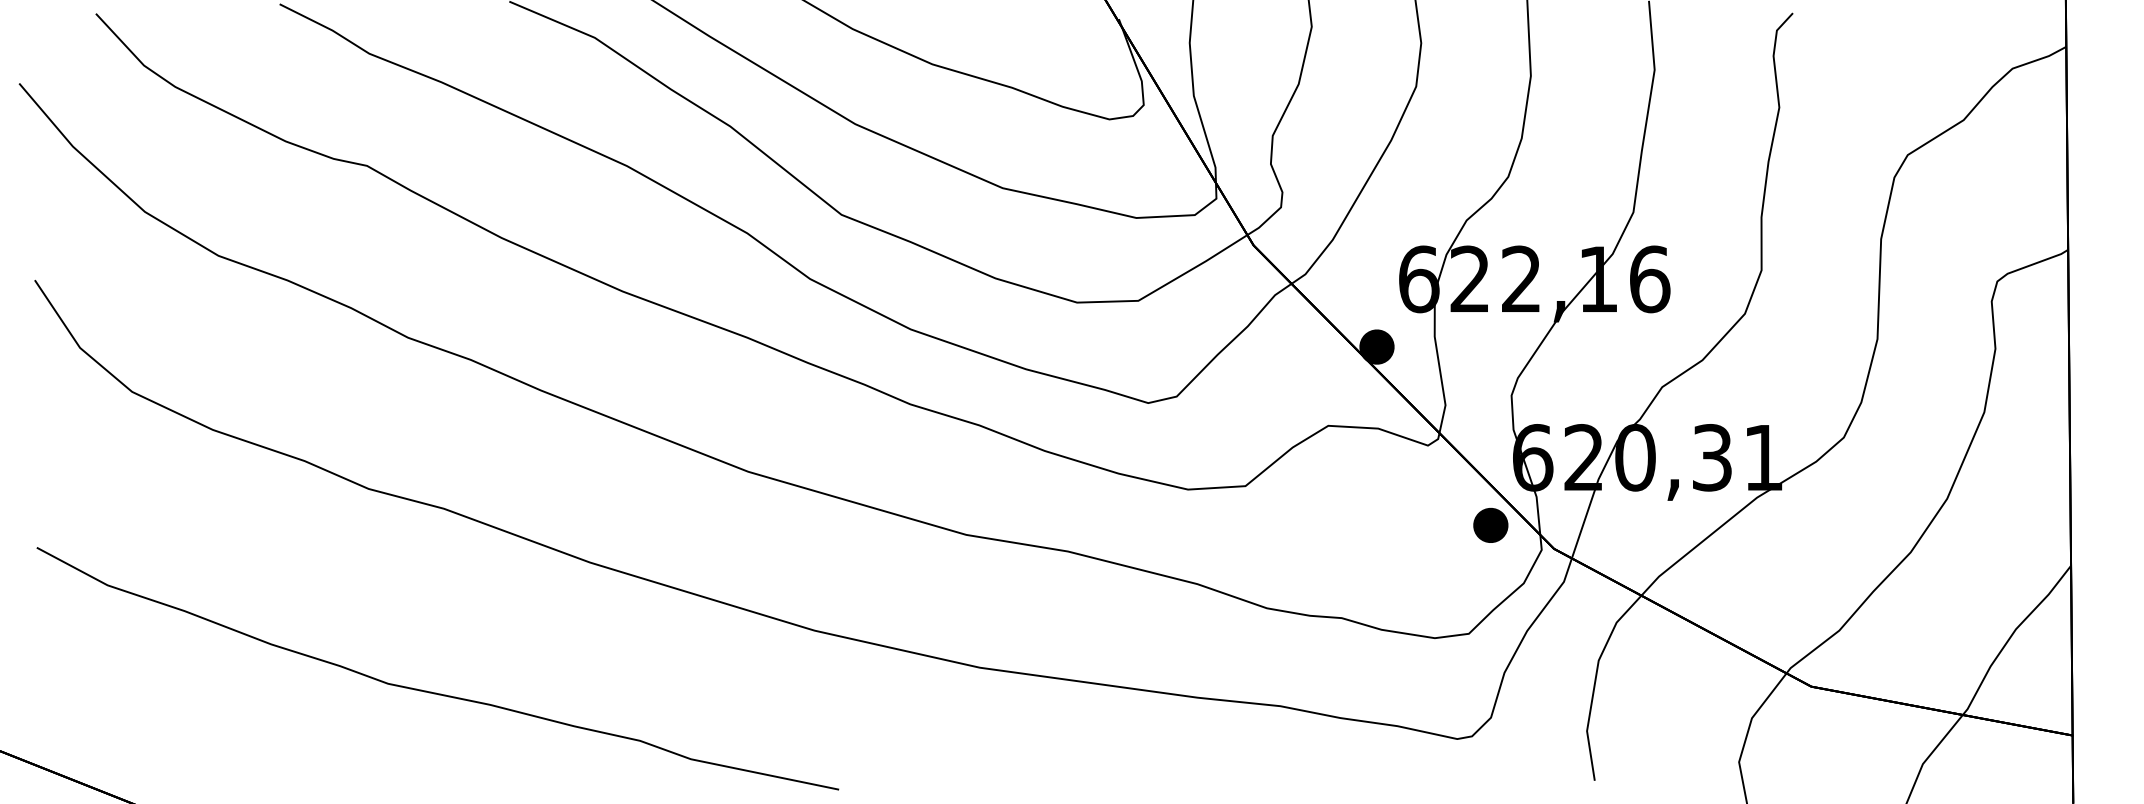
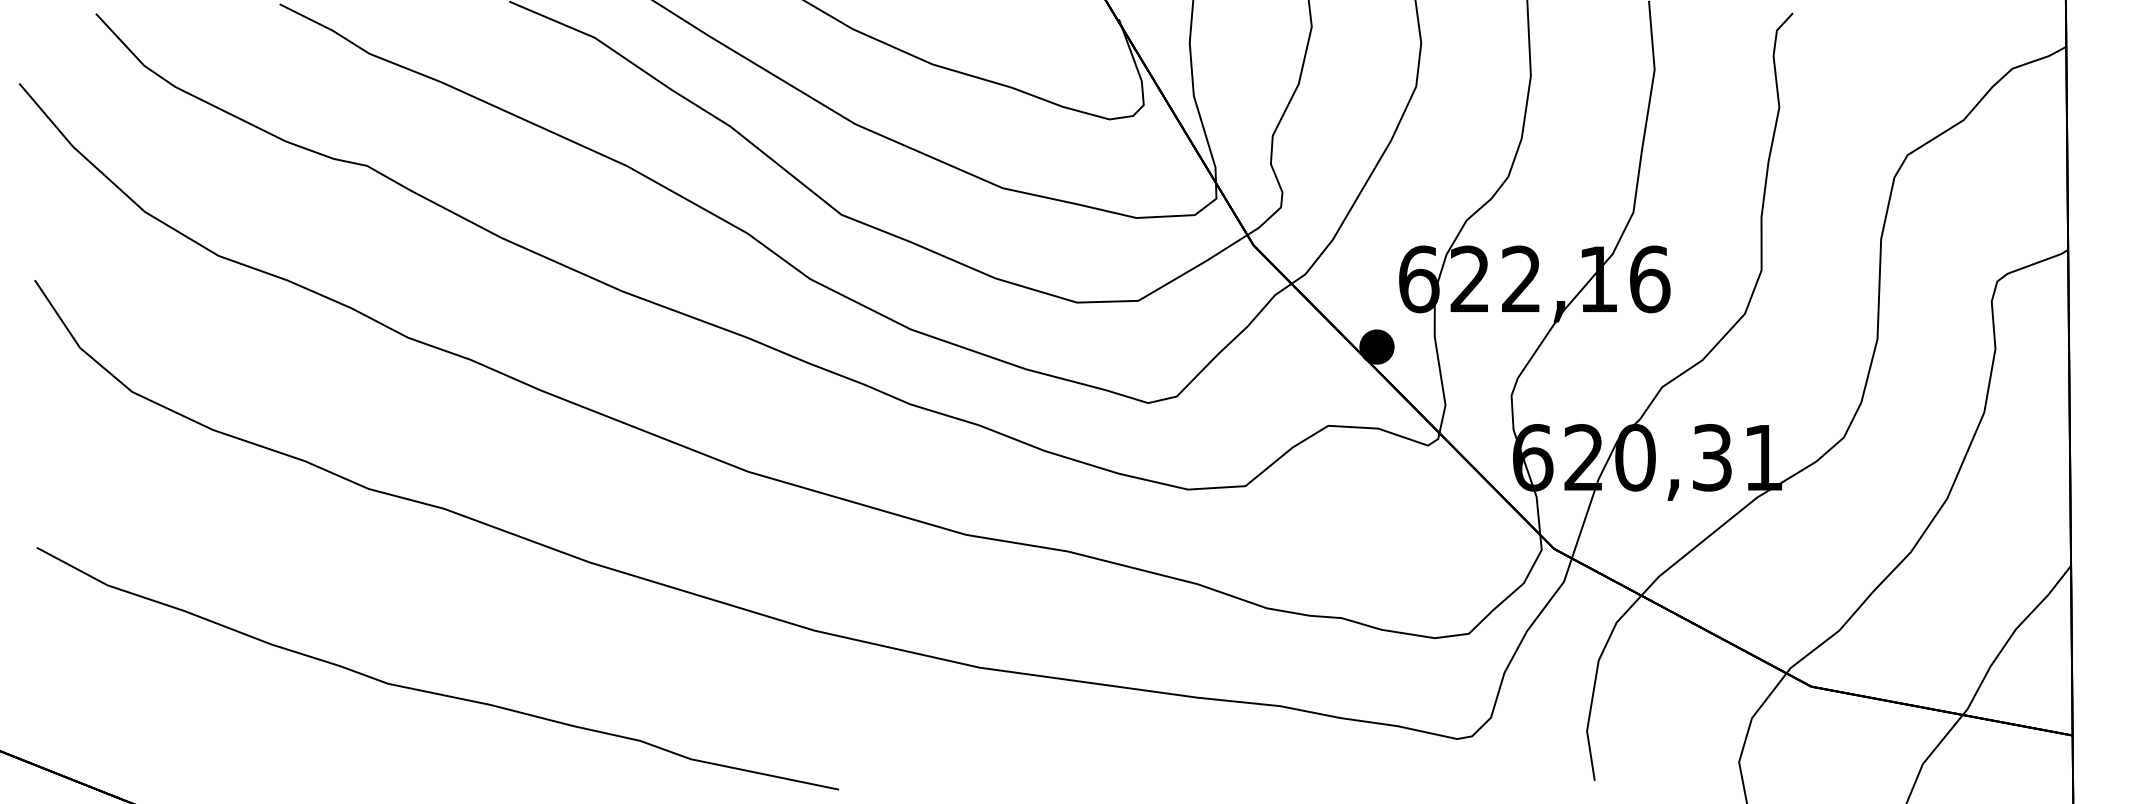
part at (1490, 525): present -> none
